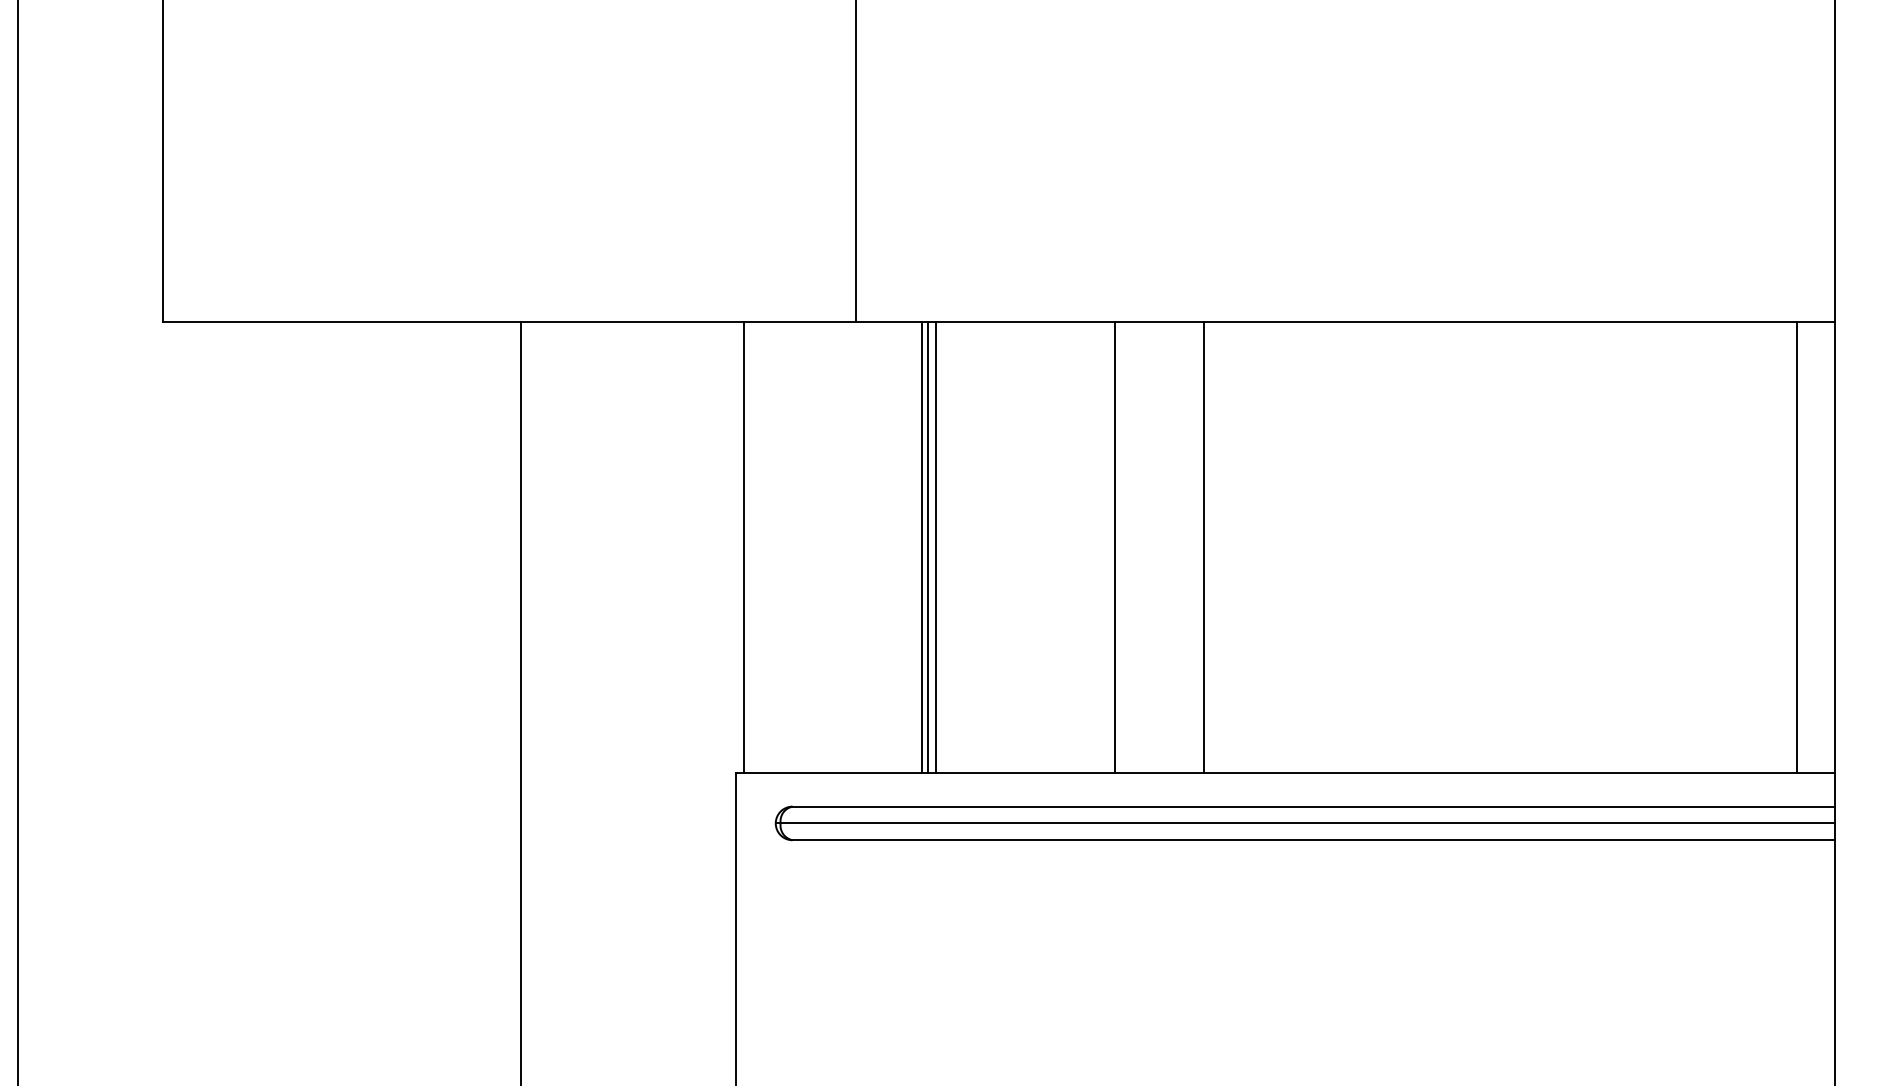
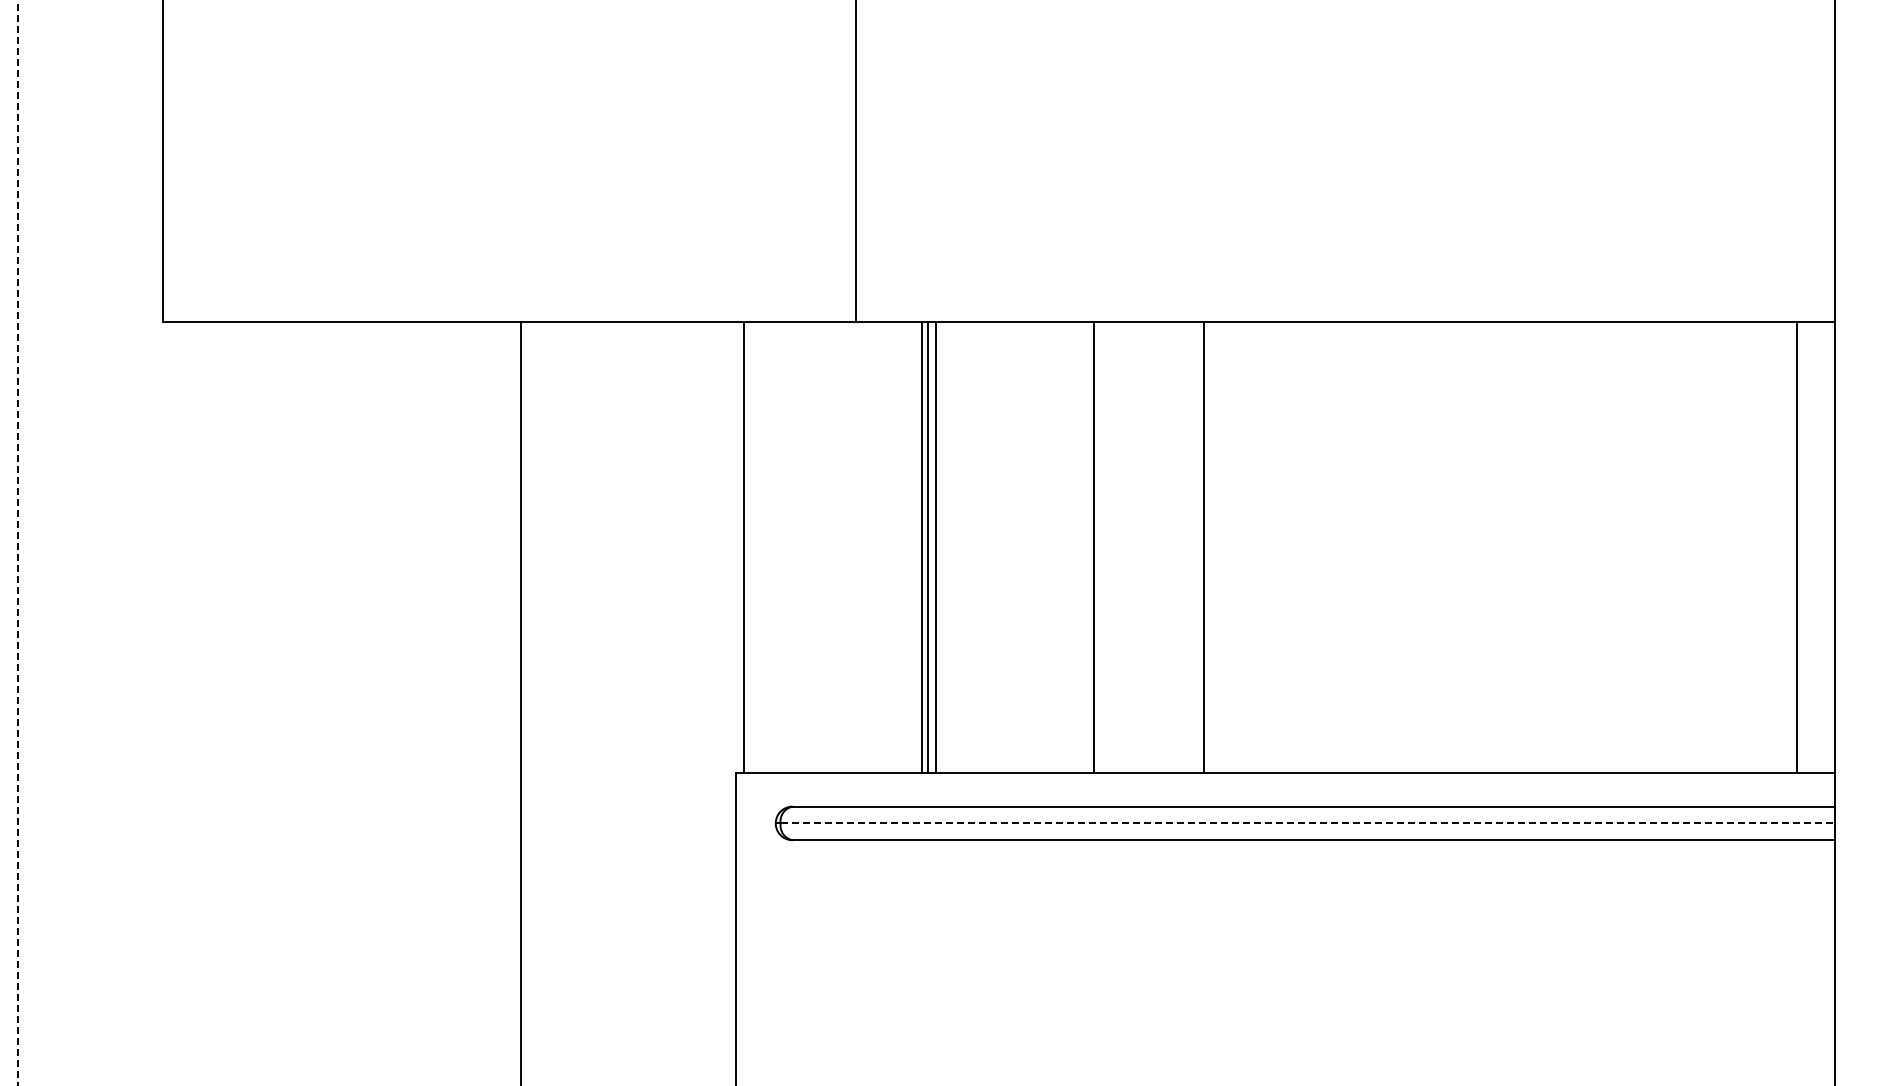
line at (17, 543): solid -> dashed
line at (1114, 547) position: (1114, 547) -> (1093, 547)
line at (1308, 823): solid -> dashed
